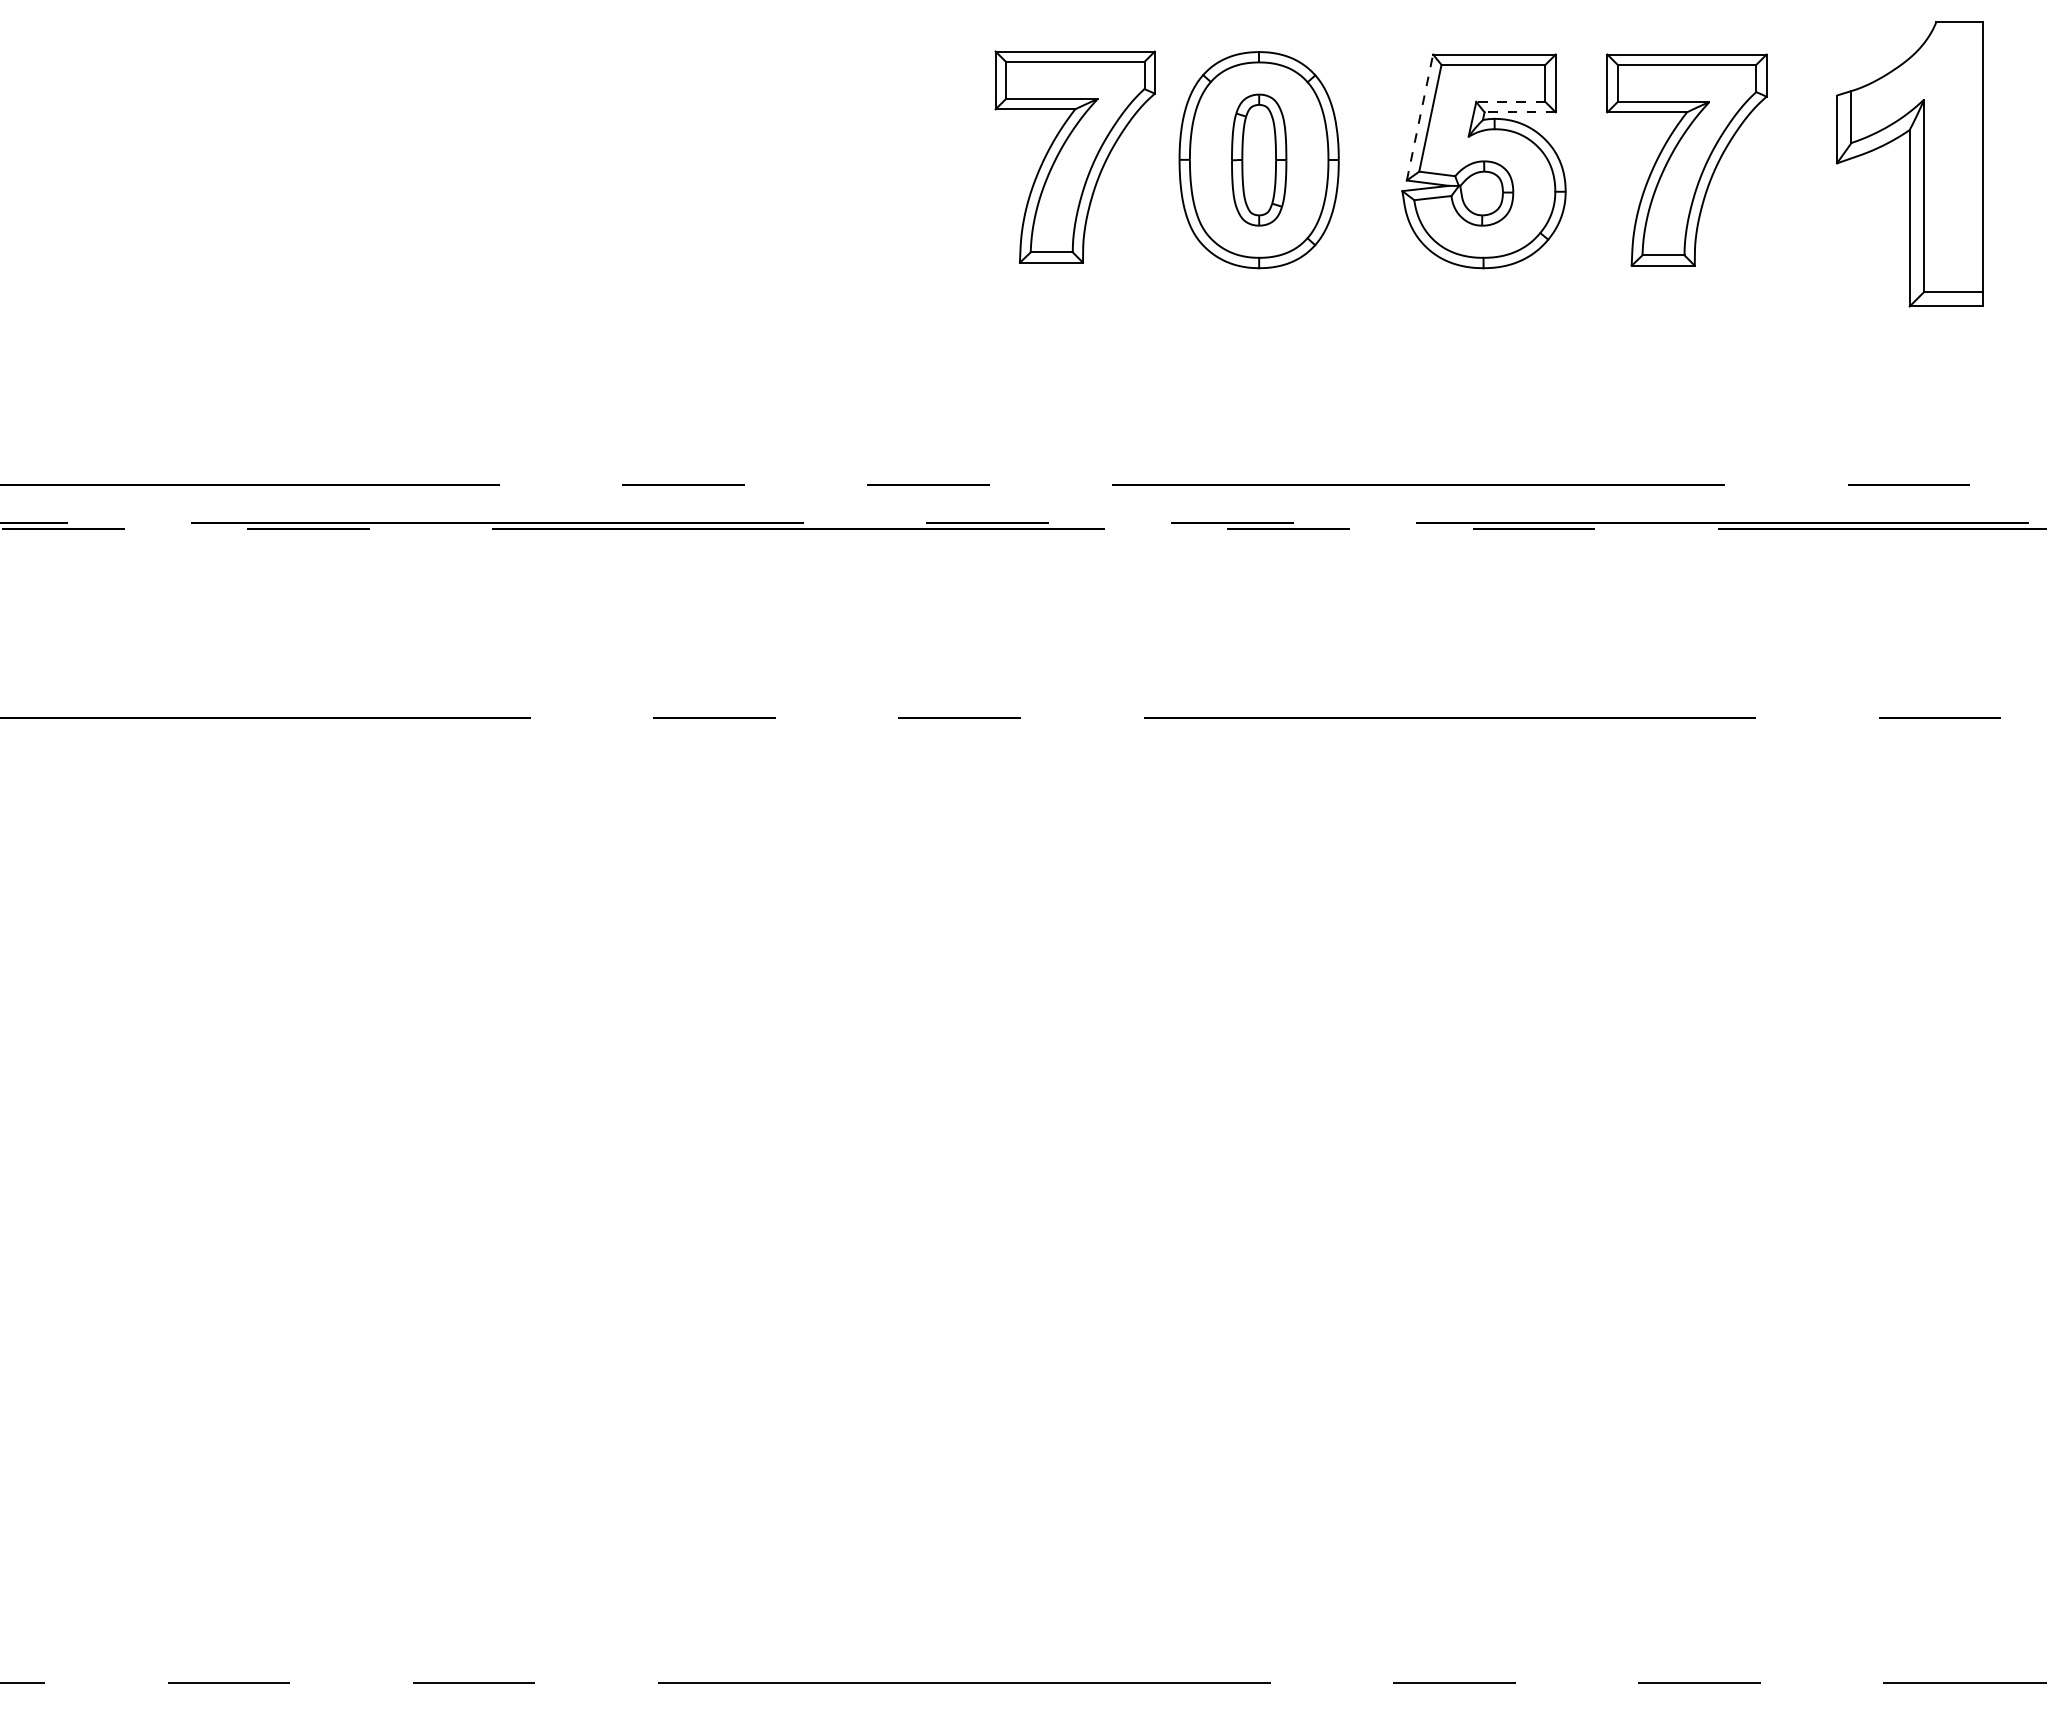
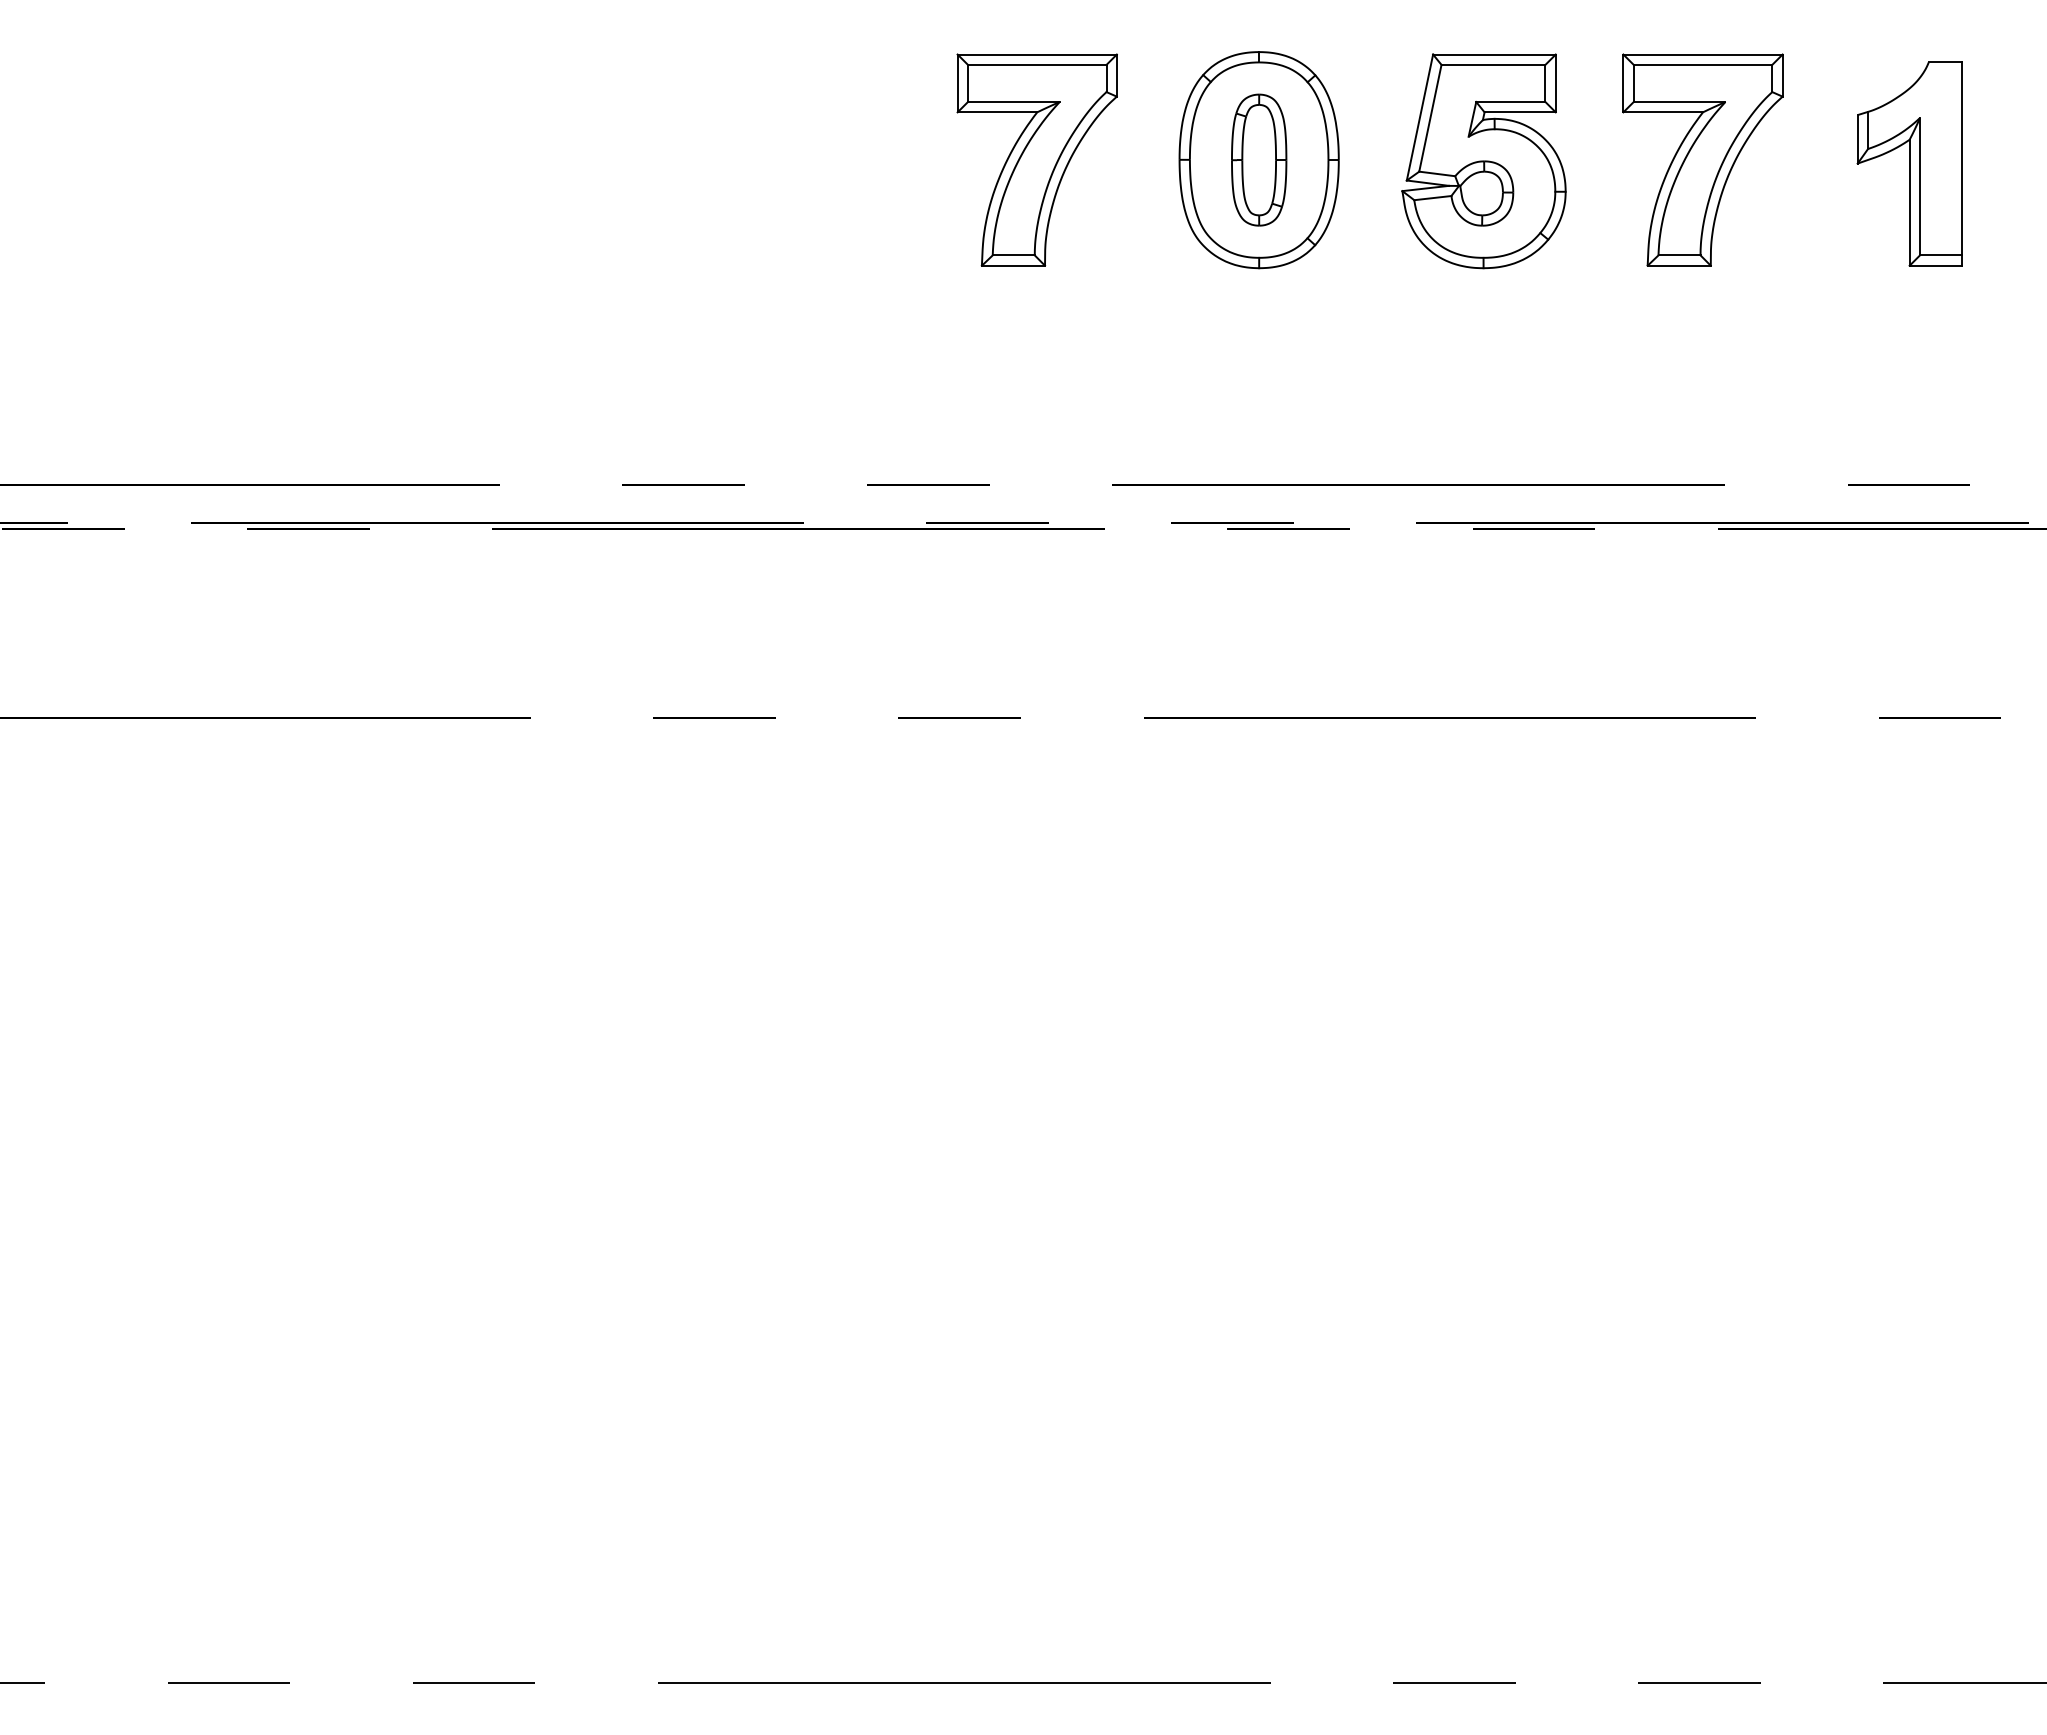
line at (1510, 102): dashed -> solid
line at (1520, 112): dashed -> solid
line at (1420, 117): dashed -> solid
part at (1074, 156) position: (1074, 156) -> (1036, 159)
part at (1686, 159) position: (1686, 159) -> (1702, 159)
part at (1909, 164) size: 149x287 px -> 107x206 px
